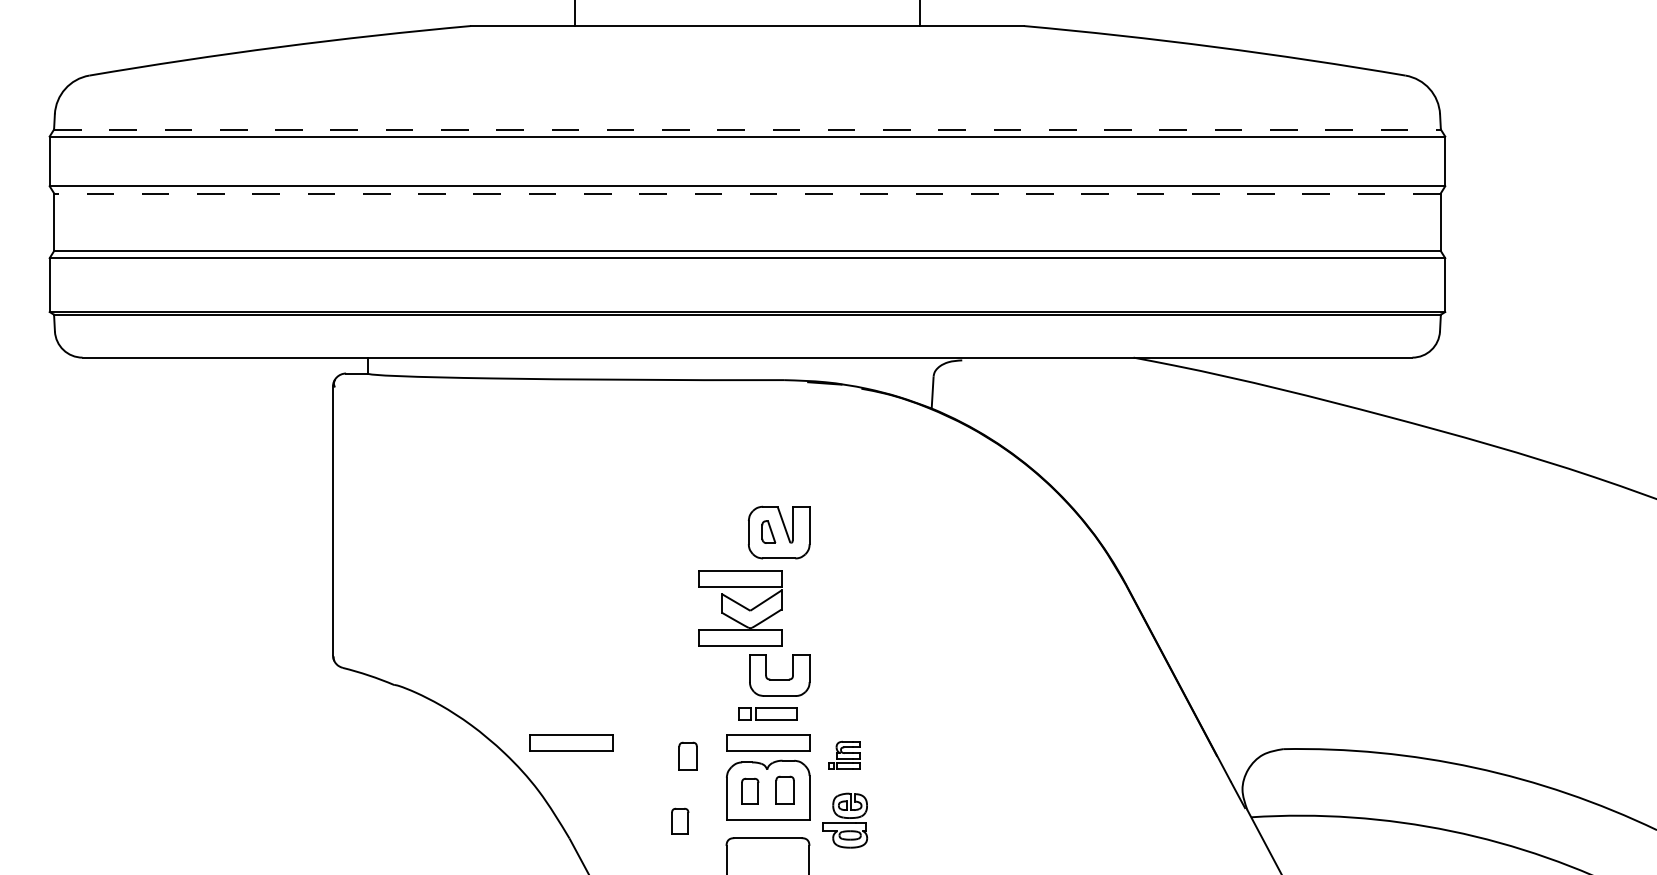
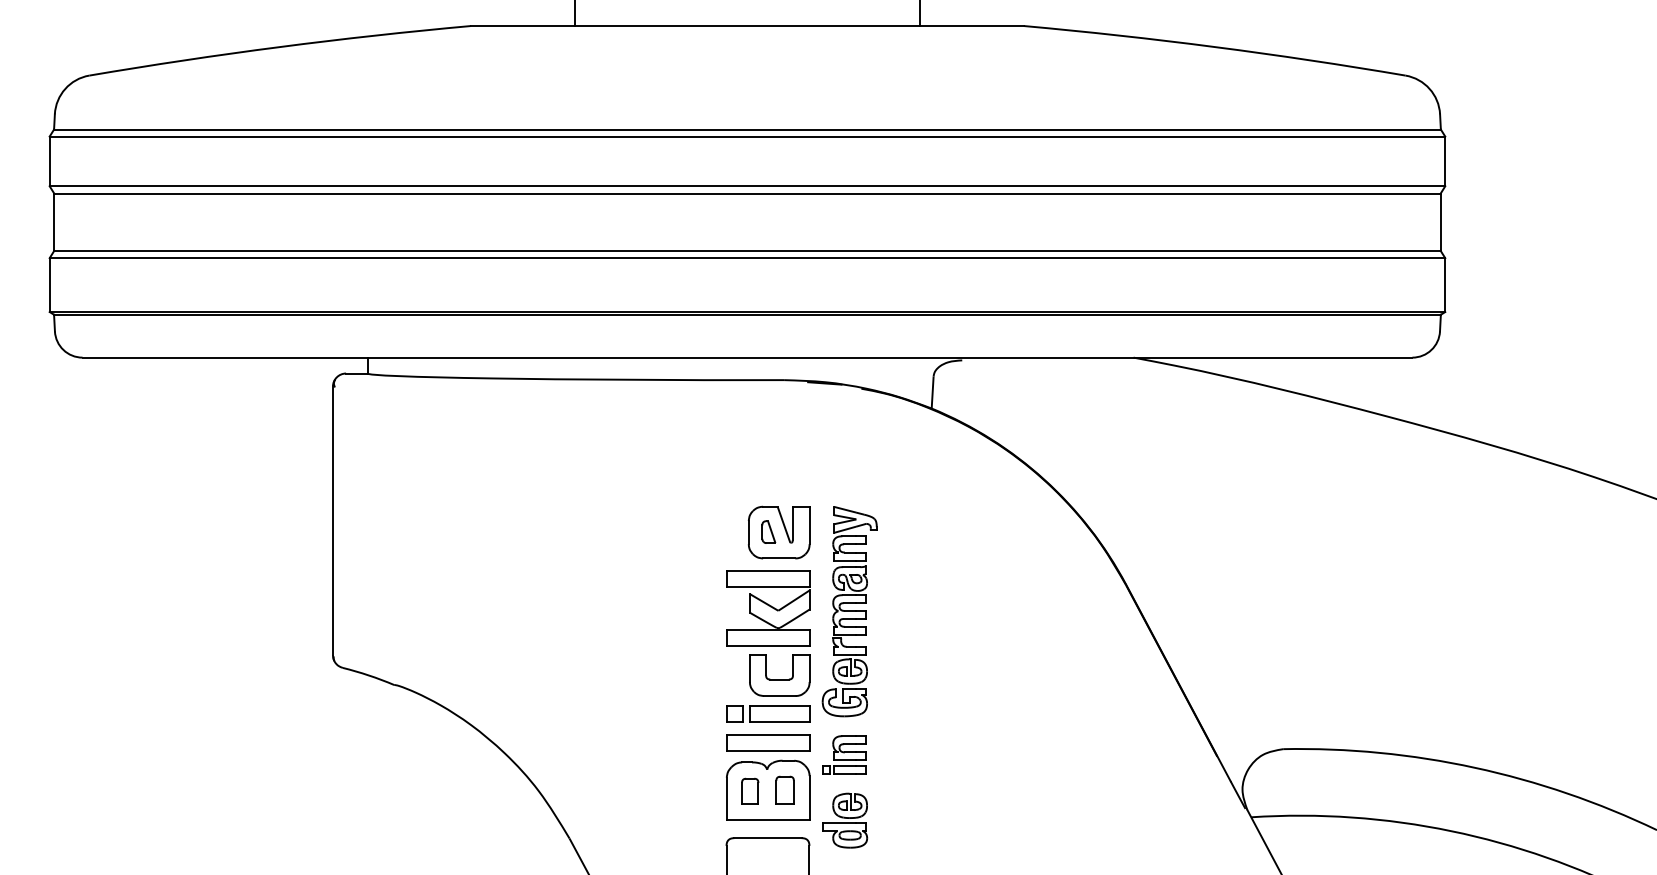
line at (747, 129): dashed -> solid
line at (746, 193): dashed -> solid
part at (740, 608) position: (740, 608) -> (768, 608)
part at (849, 611): none -> present
part at (767, 713) size: 60x14 px -> 85x18 px
part at (571, 742): present -> none
part at (844, 754) size: 33x30 px -> 45x40 px
part at (687, 755): present -> none
part at (680, 820): present -> none
